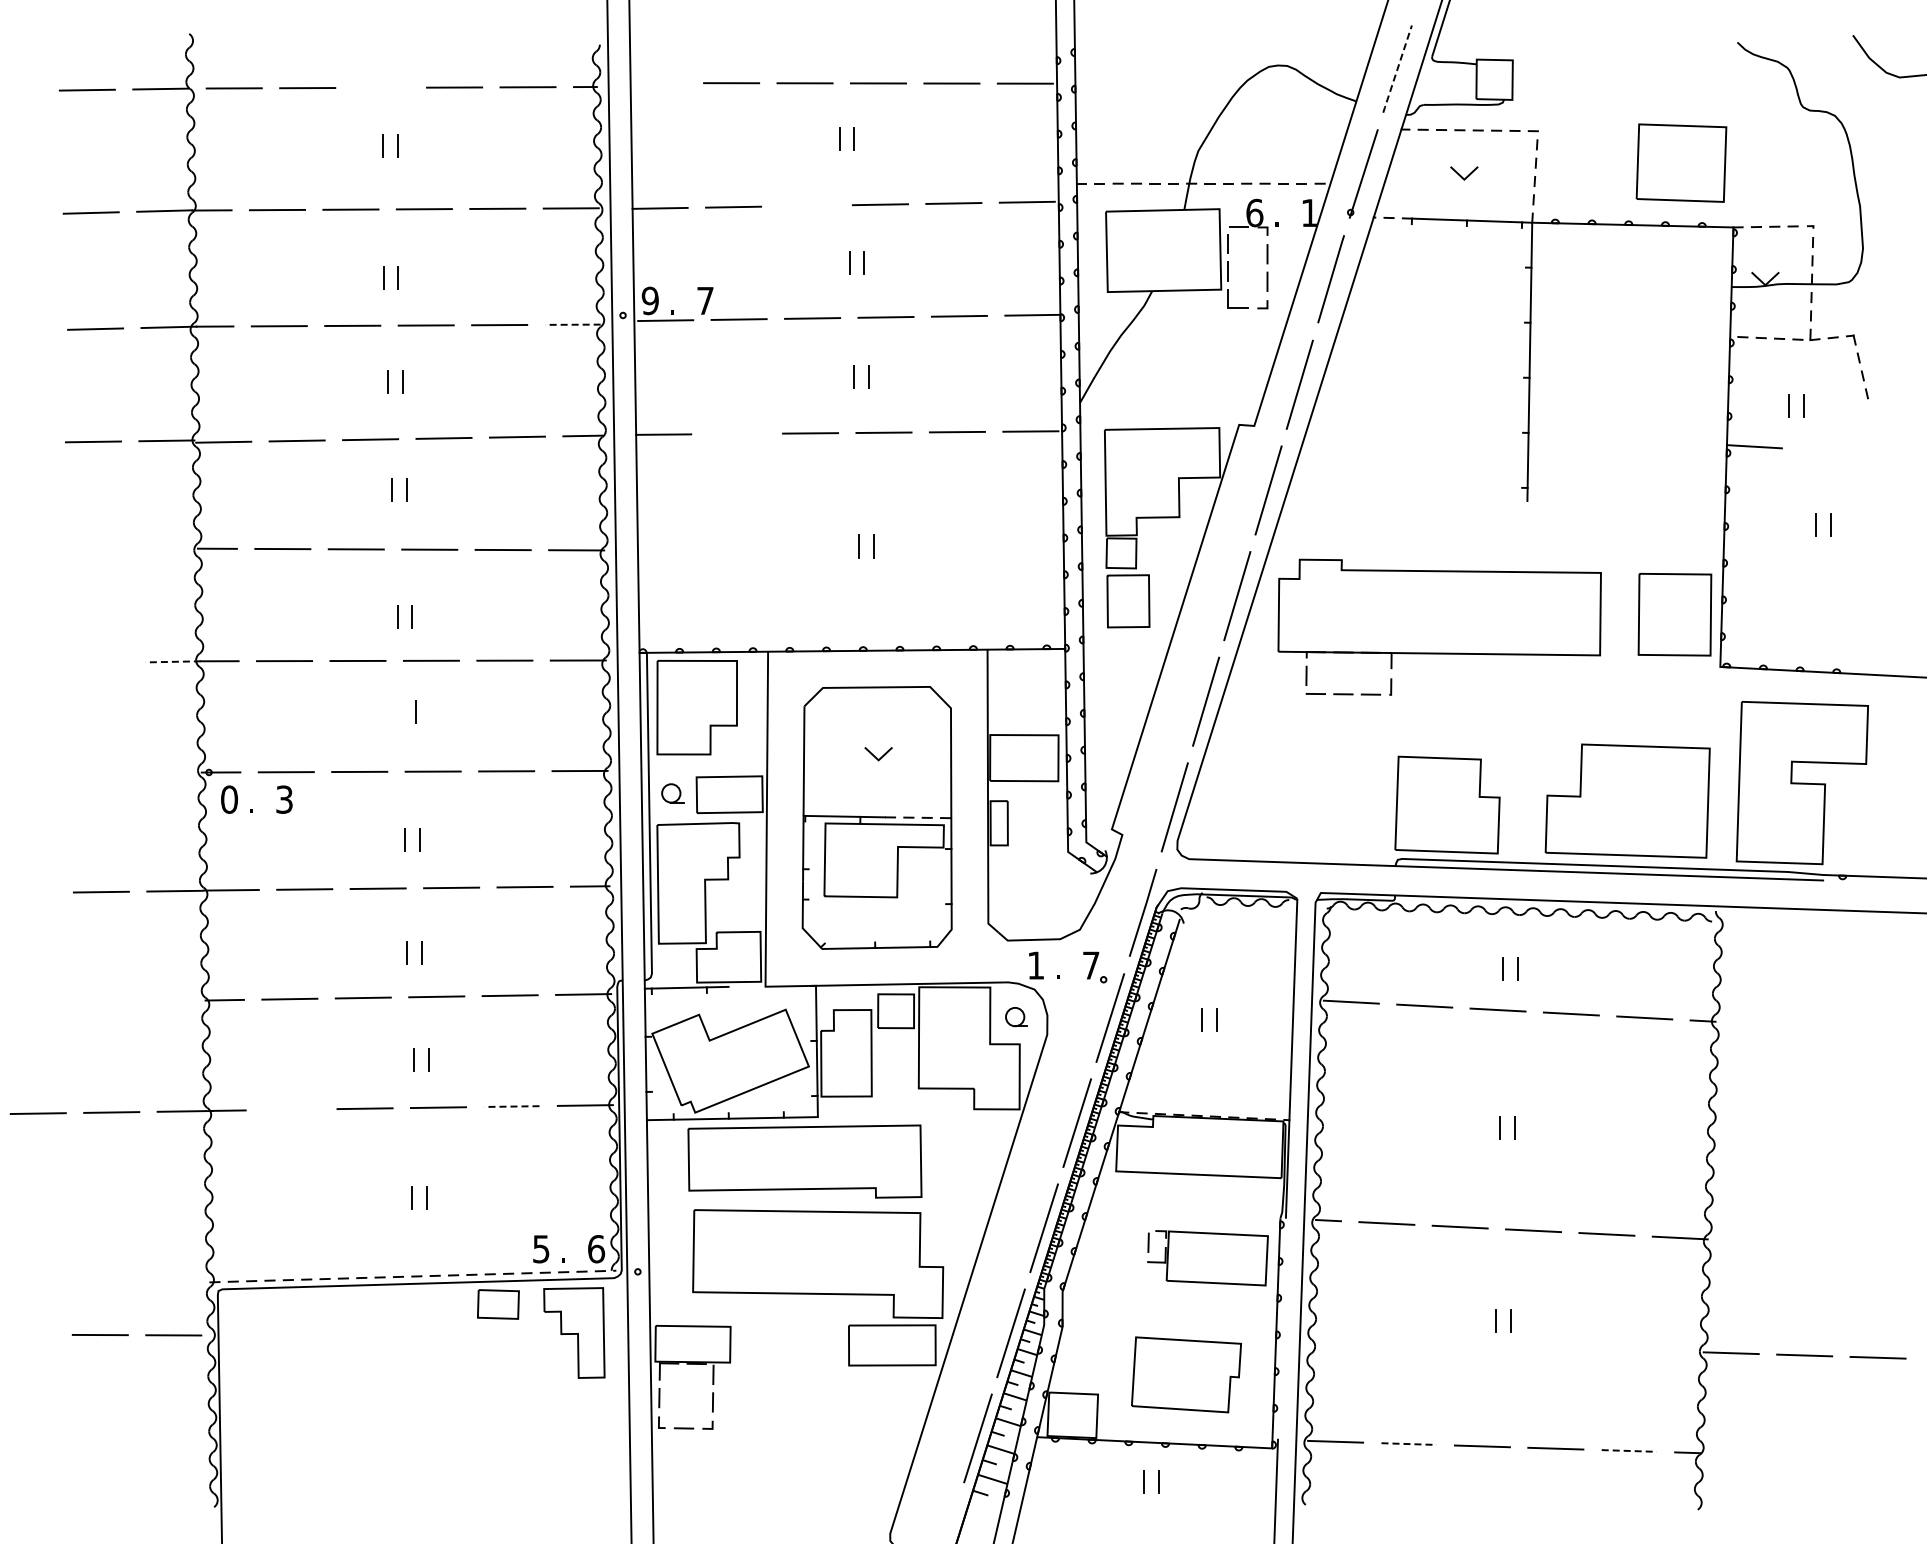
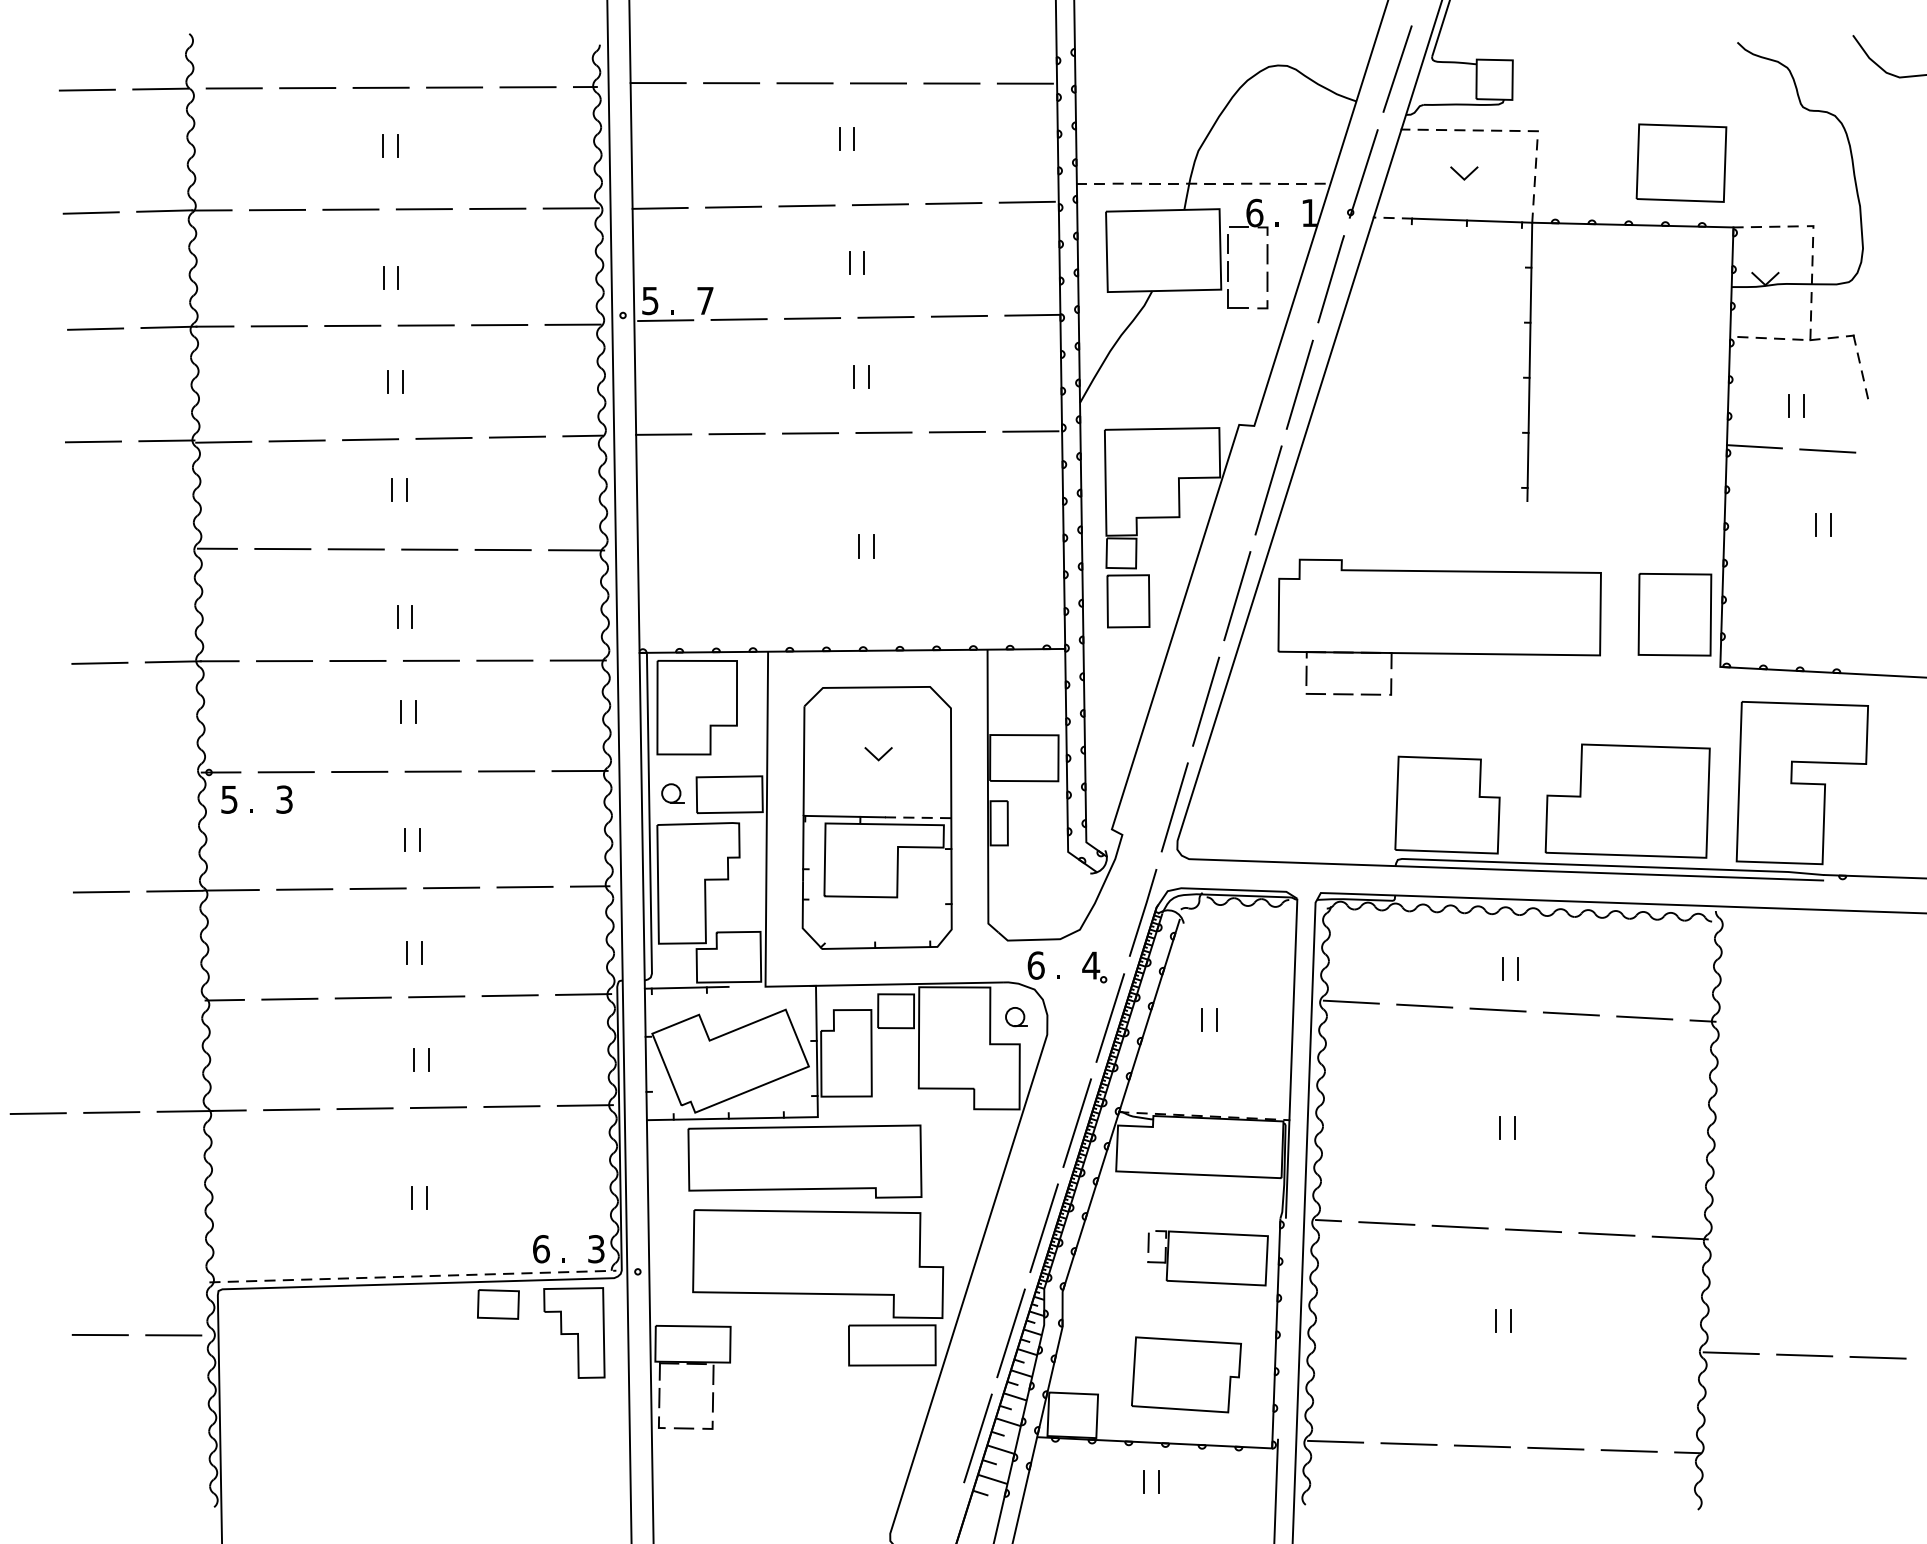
line at (1397, 69): dashed -> solid
line at (657, 83): none -> present
line at (380, 87): none -> present
line at (806, 205): none -> present
text at (649, 300): 9 -> 5
line at (573, 324): dashed -> solid
line at (736, 433): none -> present
line at (1827, 450): none -> present
line at (173, 661): dashed -> solid
line at (99, 662): none -> present
line at (400, 711): none -> present
text at (229, 799): 0 -> 5
text at (1035, 965): 1 -> 6
text at (1091, 965): 7 -> 4
line at (511, 1106): dashed -> solid
line at (291, 1109): none -> present
text at (541, 1249): 5 -> 6
text at (596, 1249): 6 -> 3
line at (1409, 1444): dashed -> solid
line at (1629, 1450): dashed -> solid
